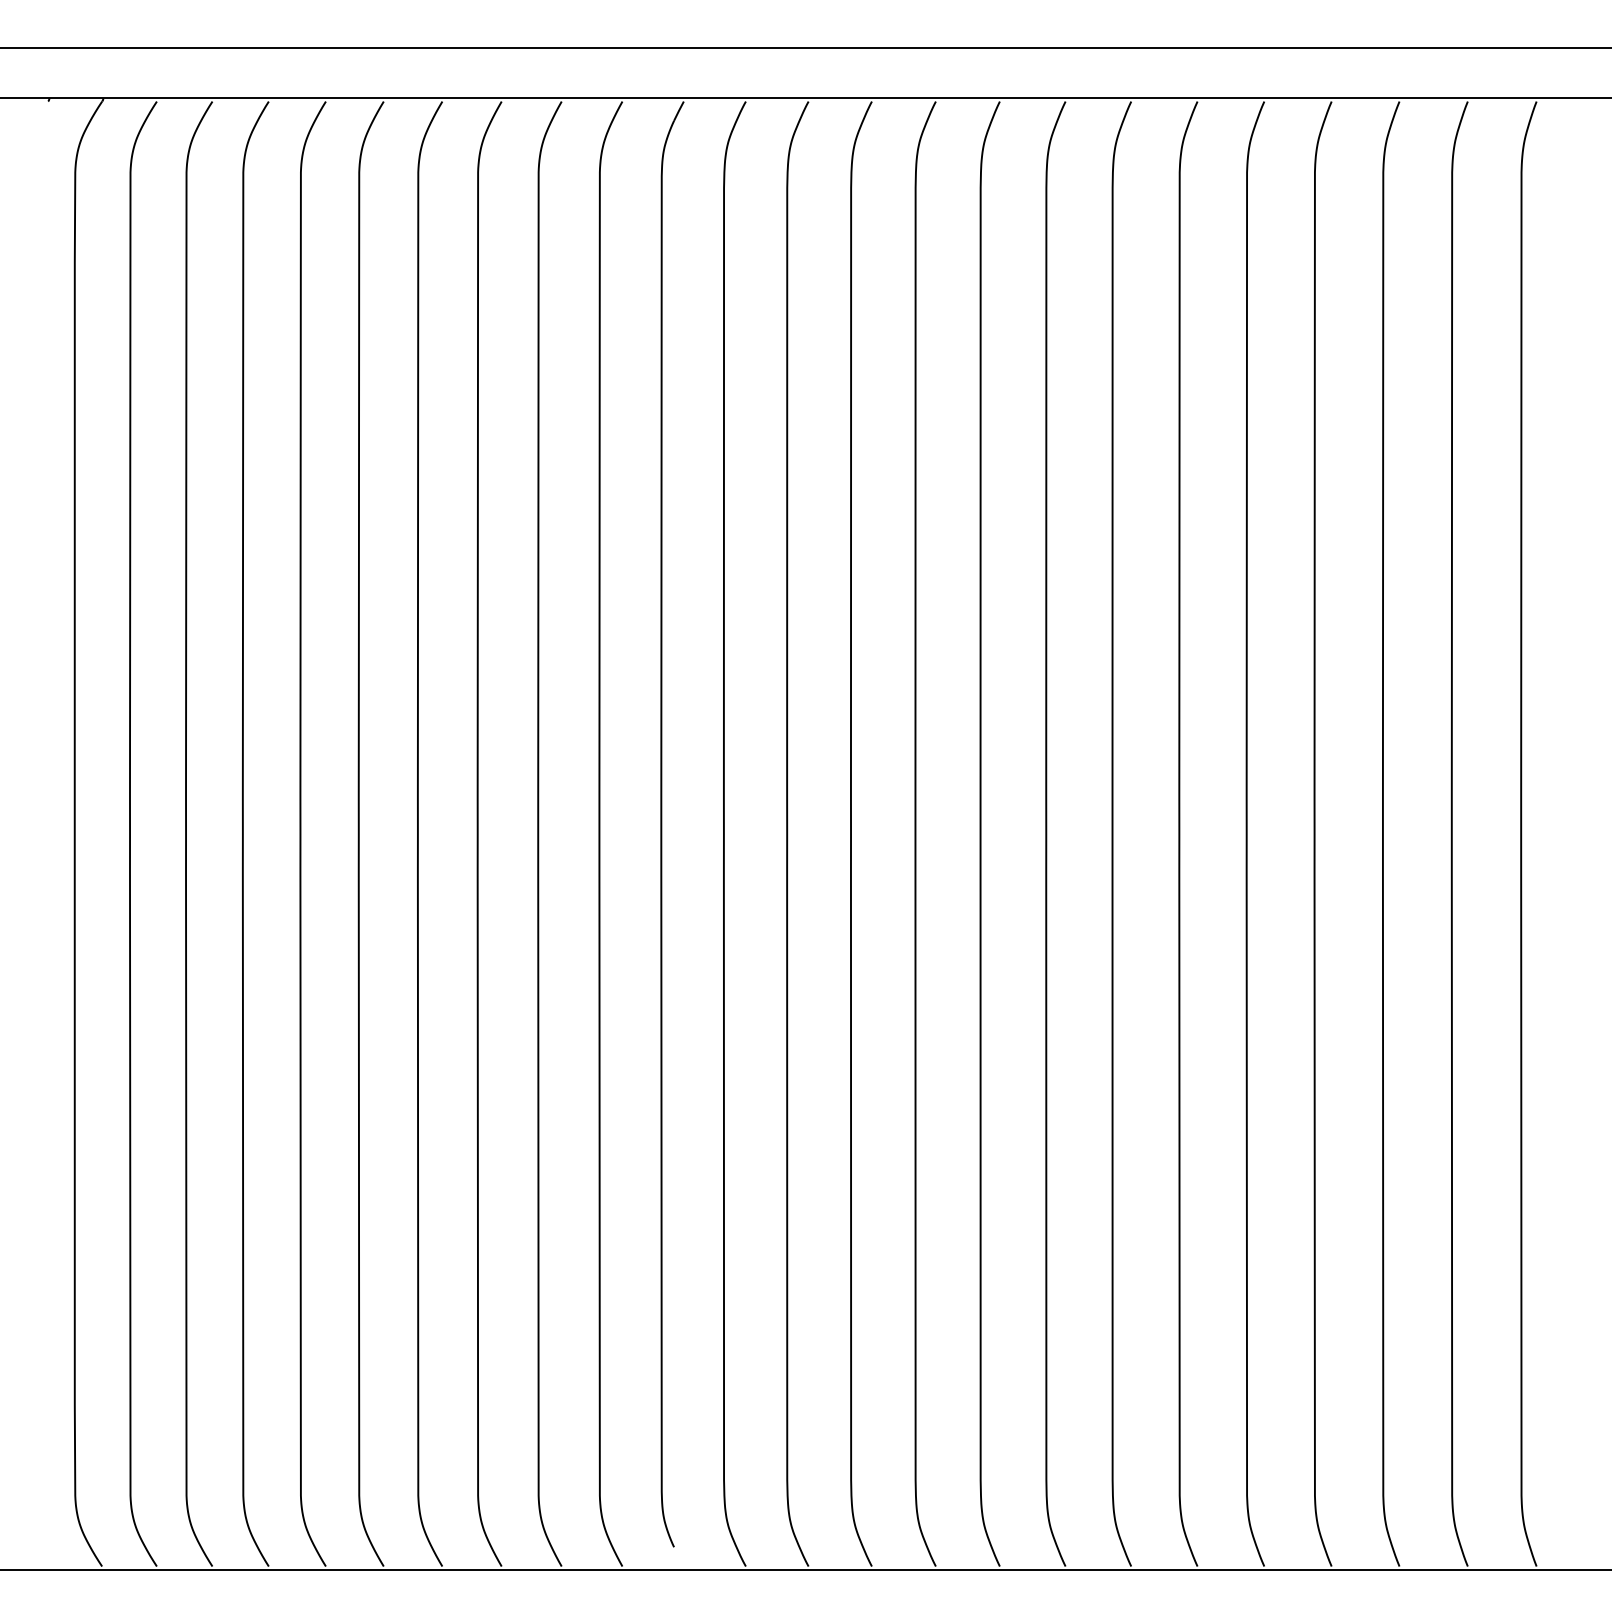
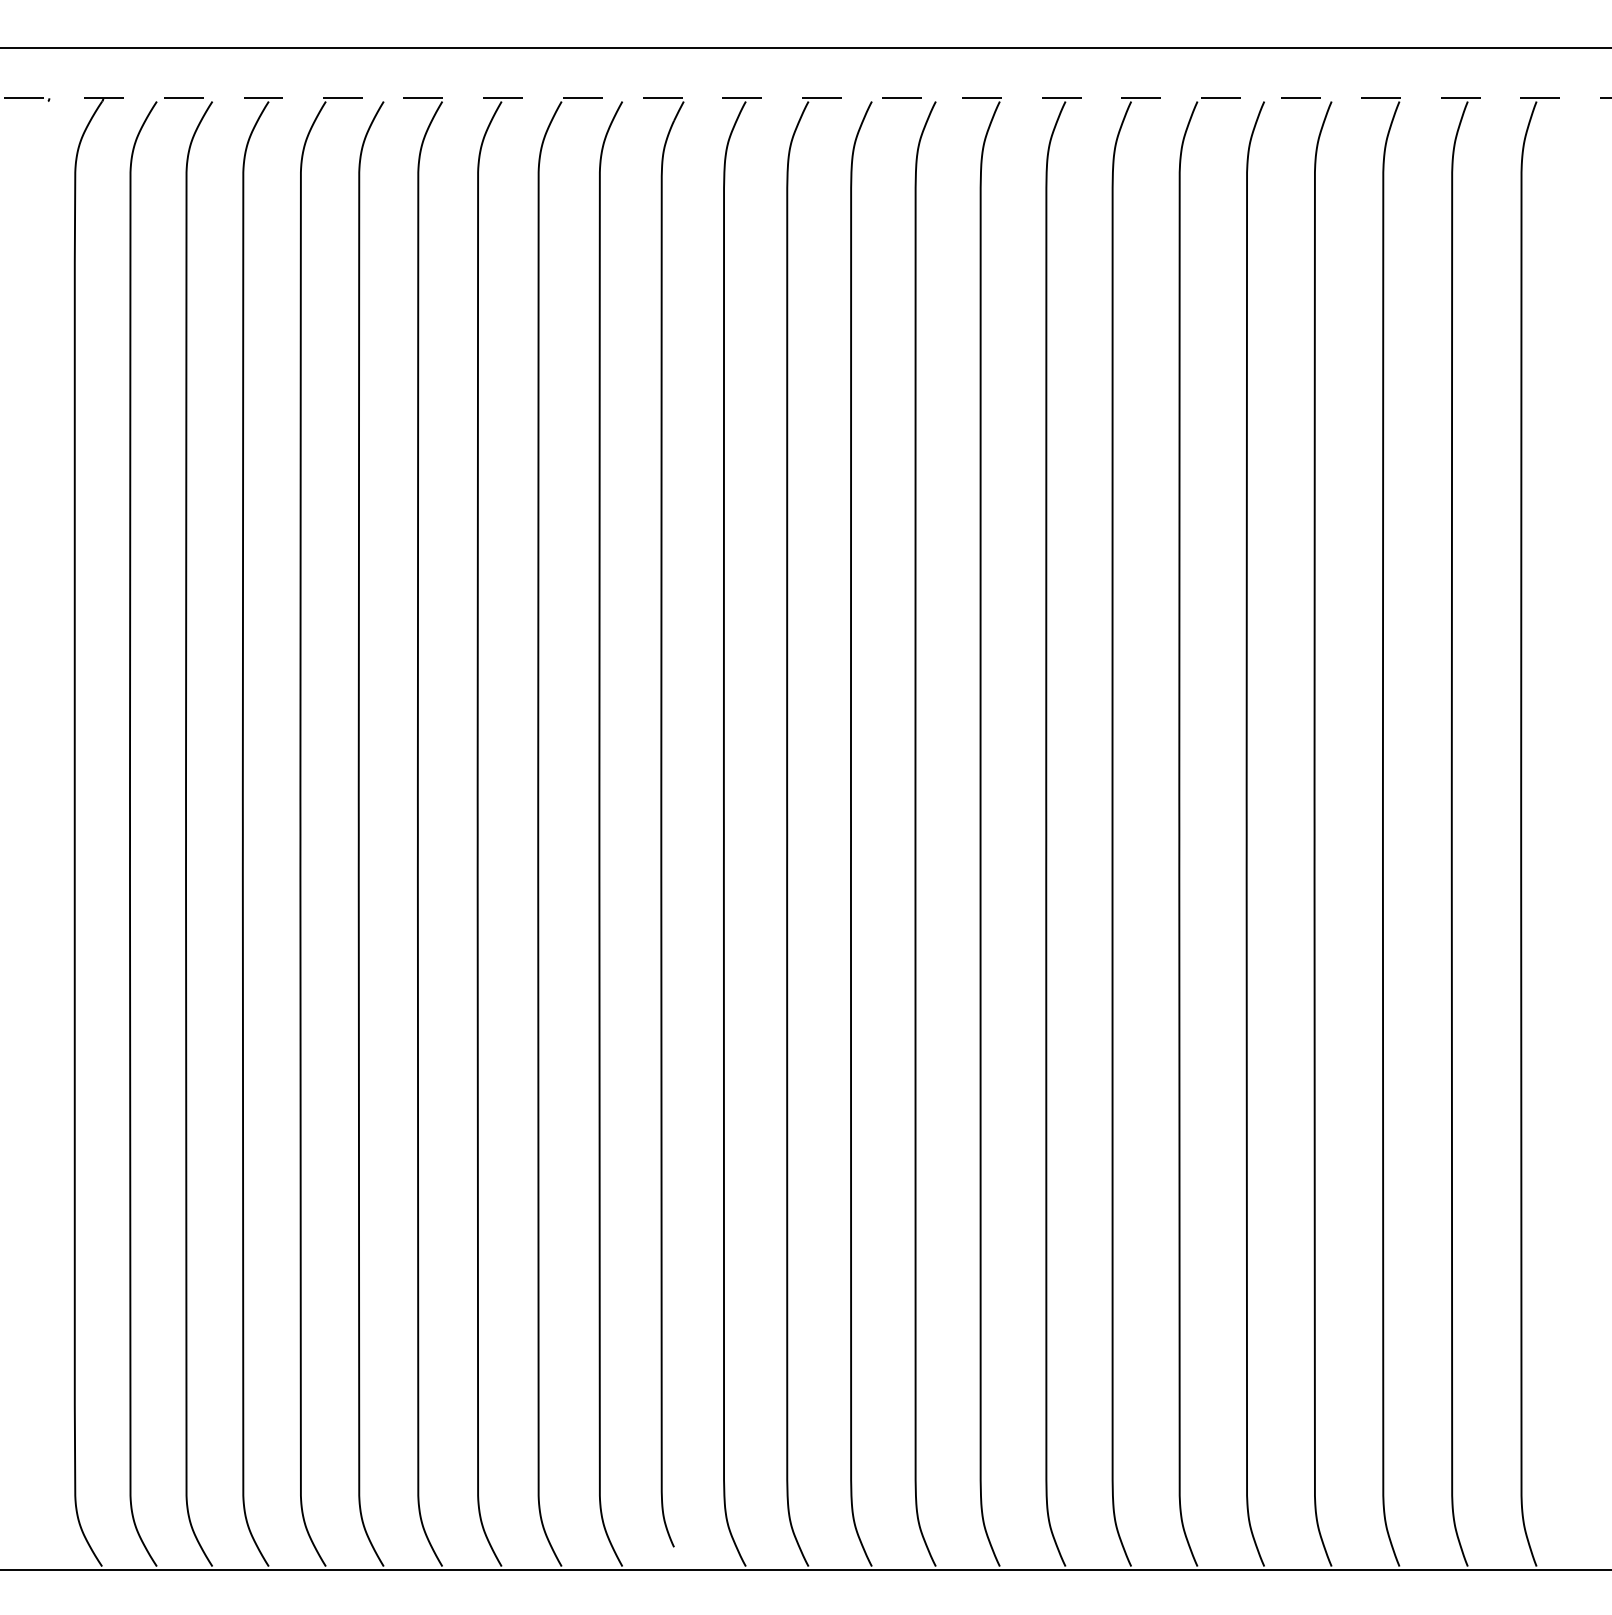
line at (805, 98): solid -> dashed
